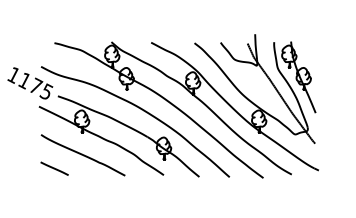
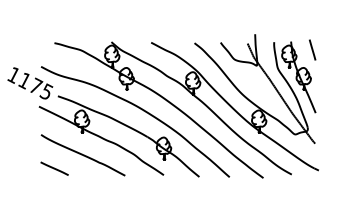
line at (312, 49): none -> present
